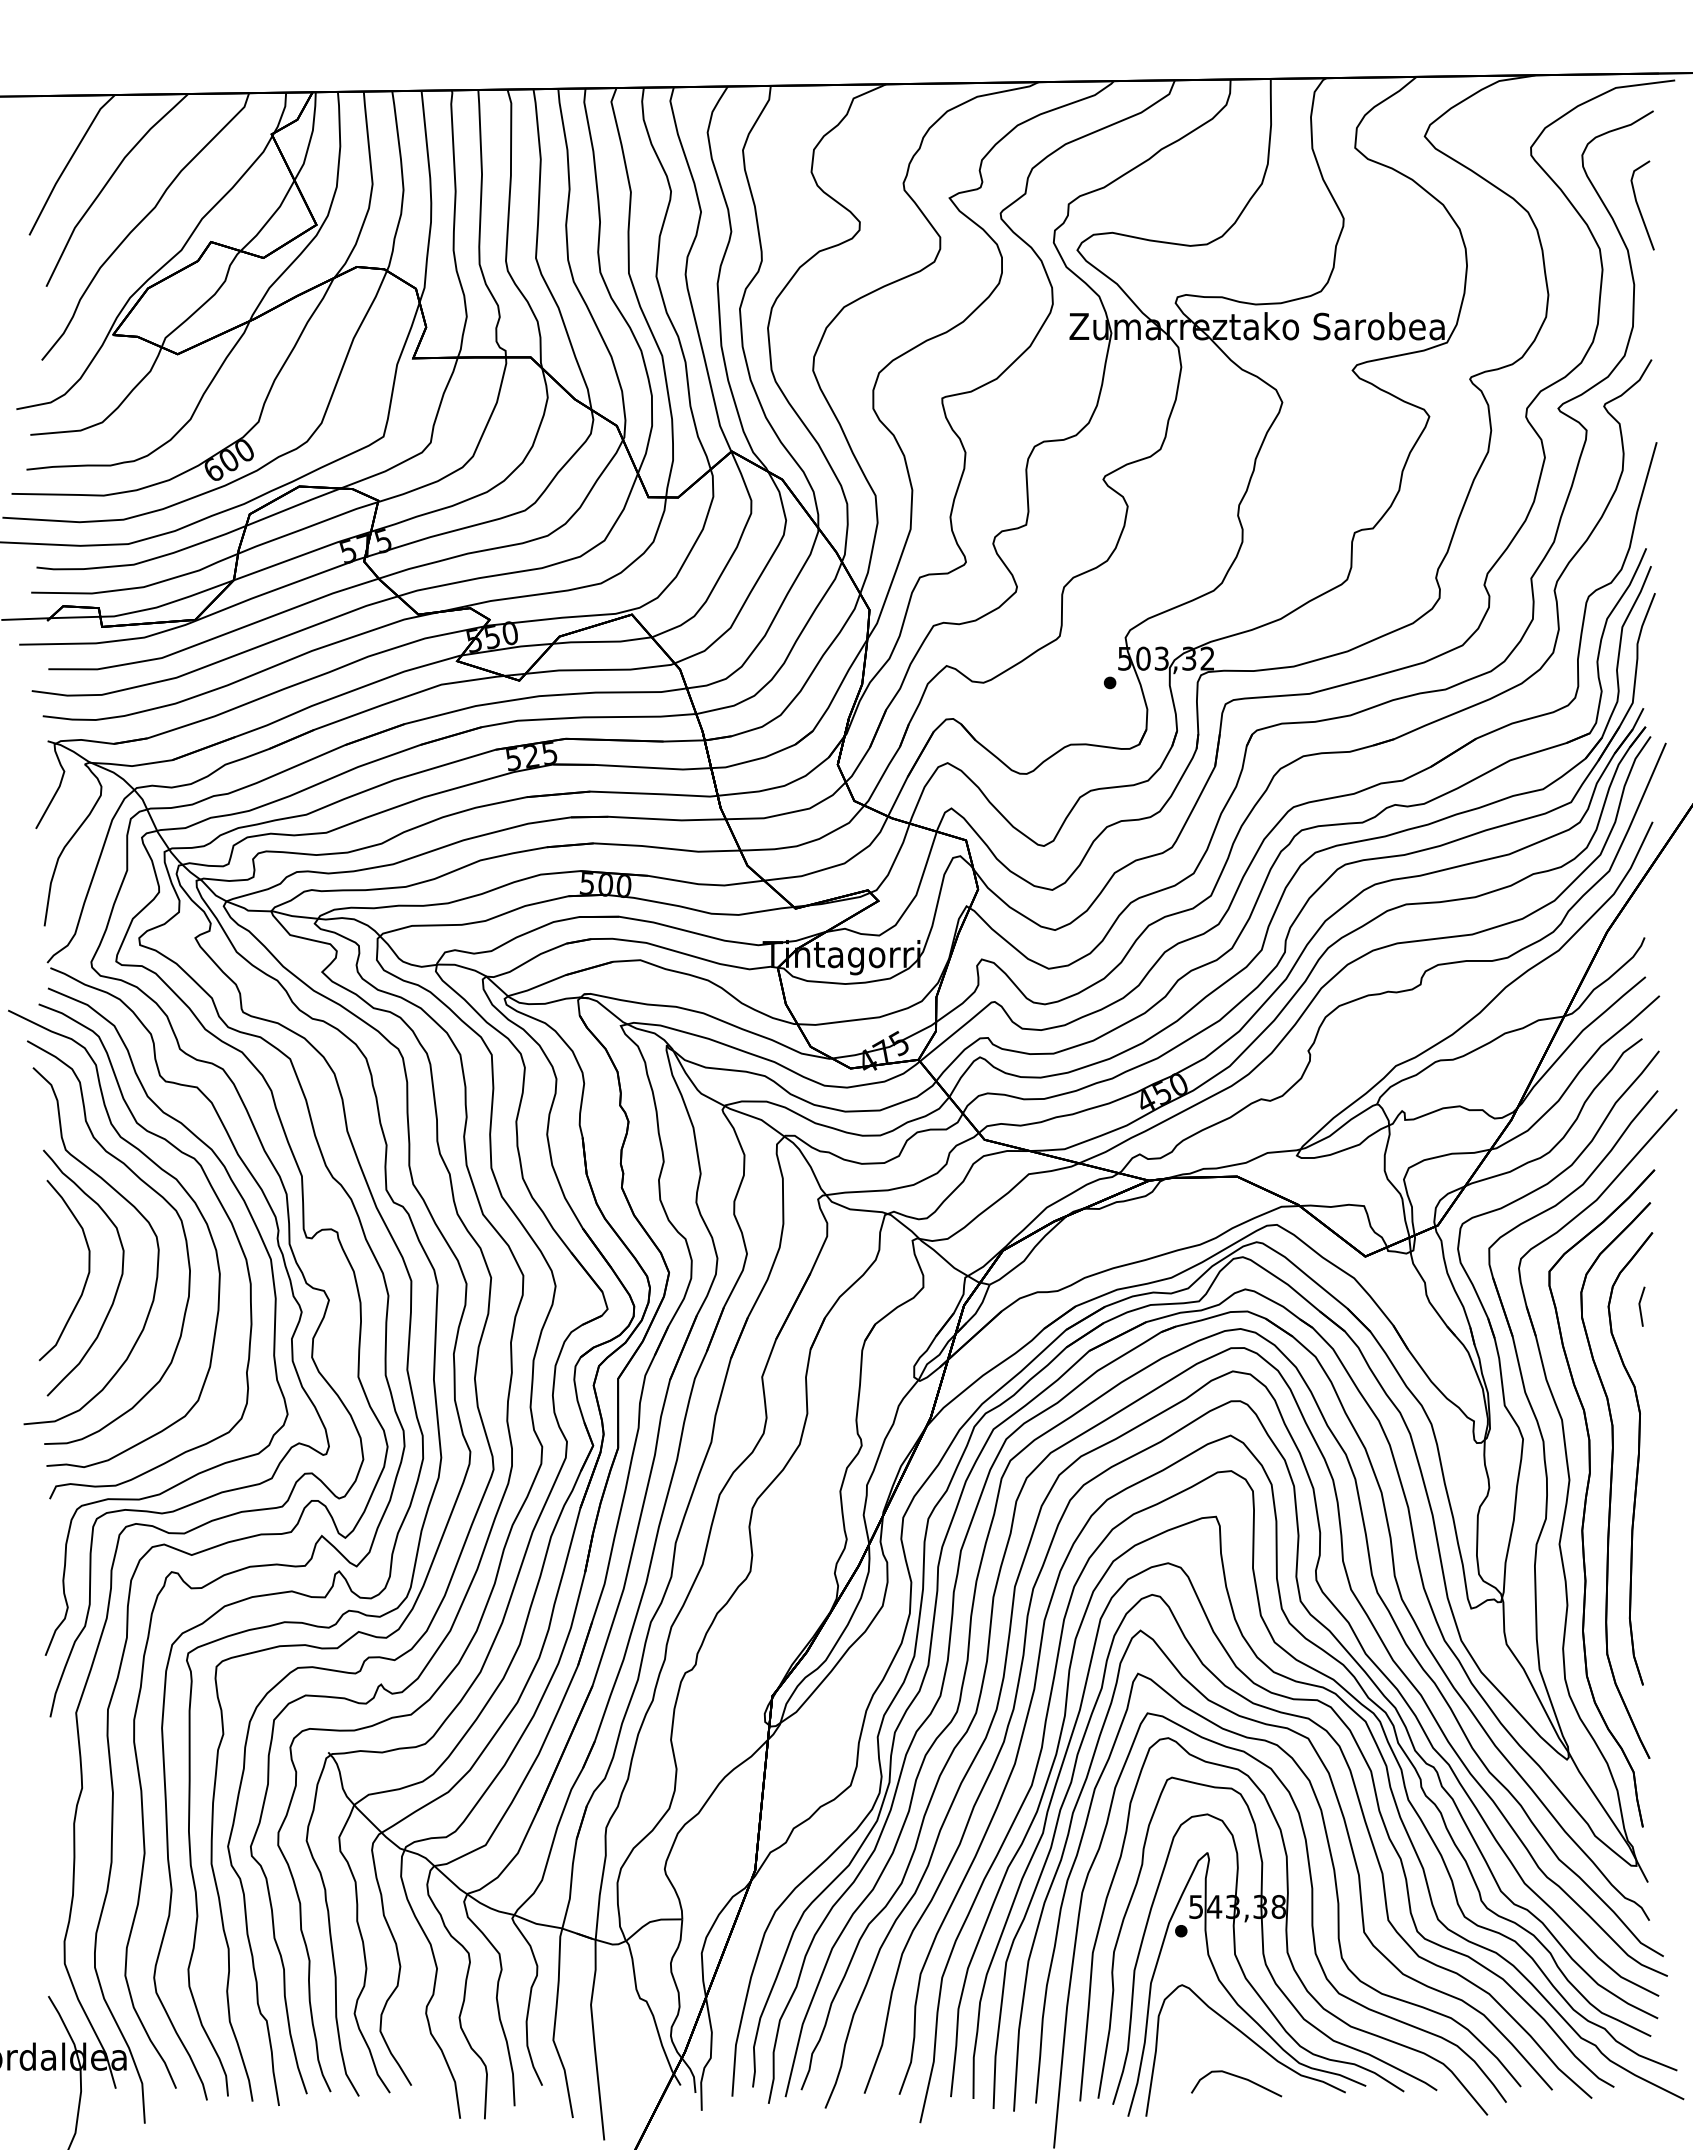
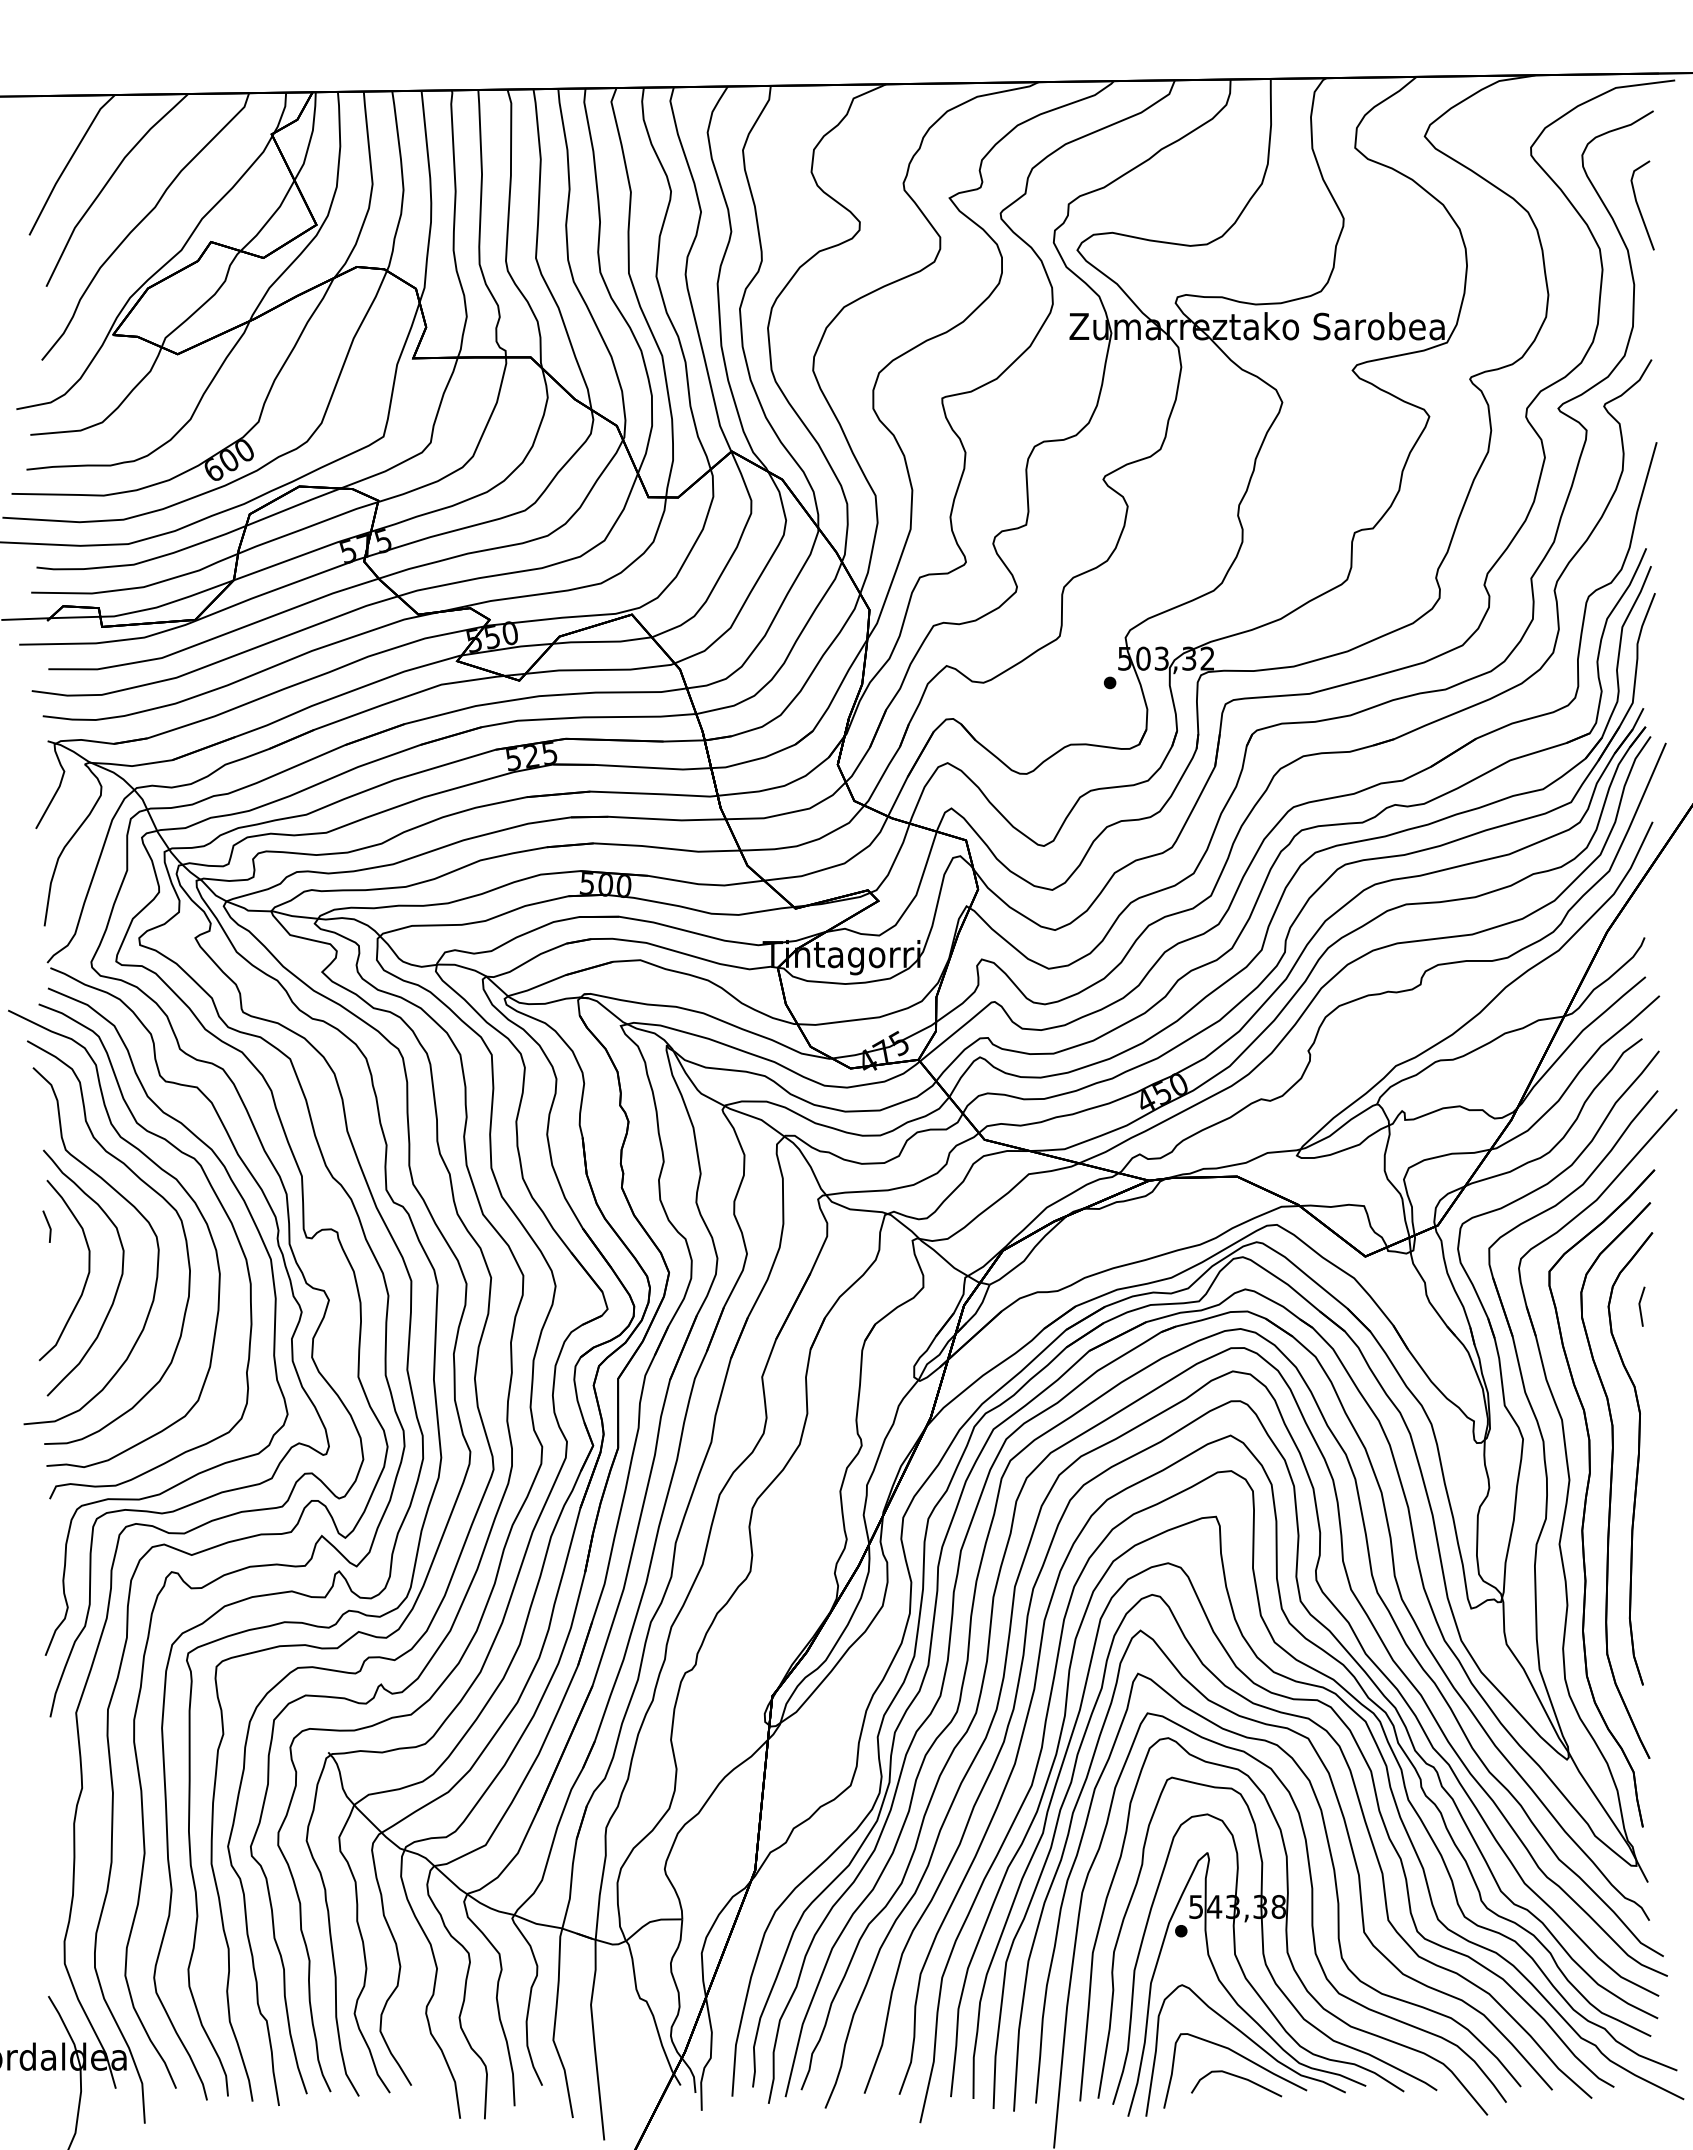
part at (46, 1226): none -> present
part at (1242, 2057): none -> present
